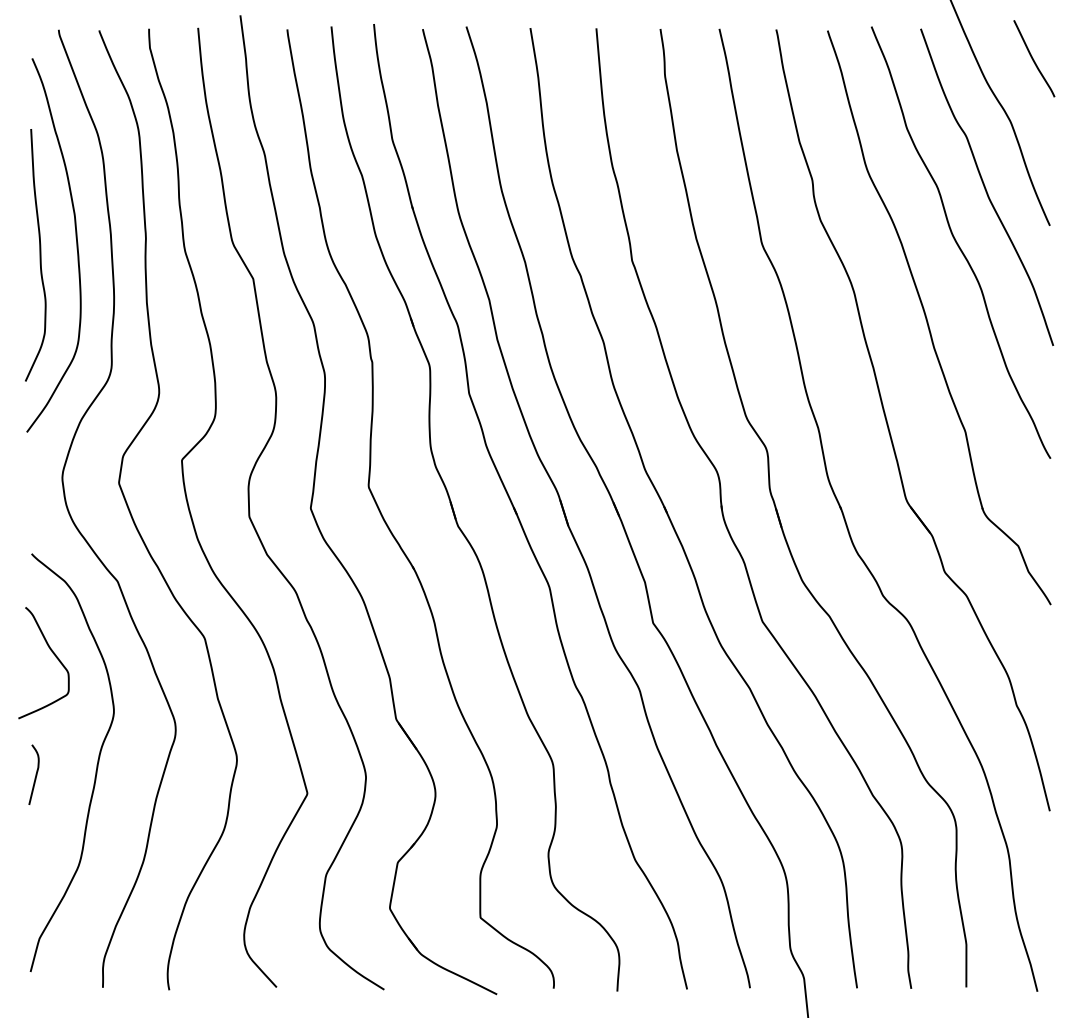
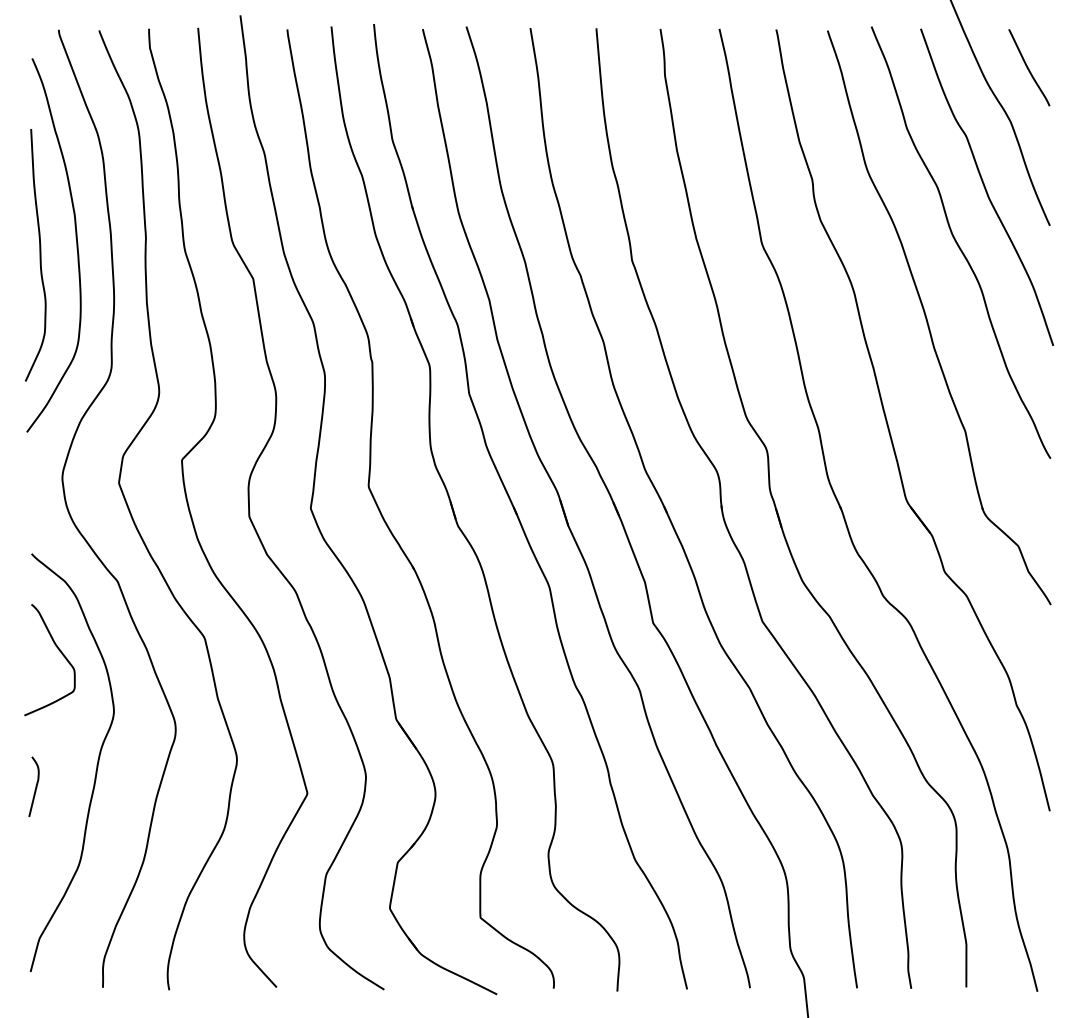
curve at (1033, 58) position: (1033, 58) -> (1028, 67)
curve at (55, 657) position: (55, 657) -> (61, 654)
curve at (35, 774) position: (35, 774) -> (35, 786)
